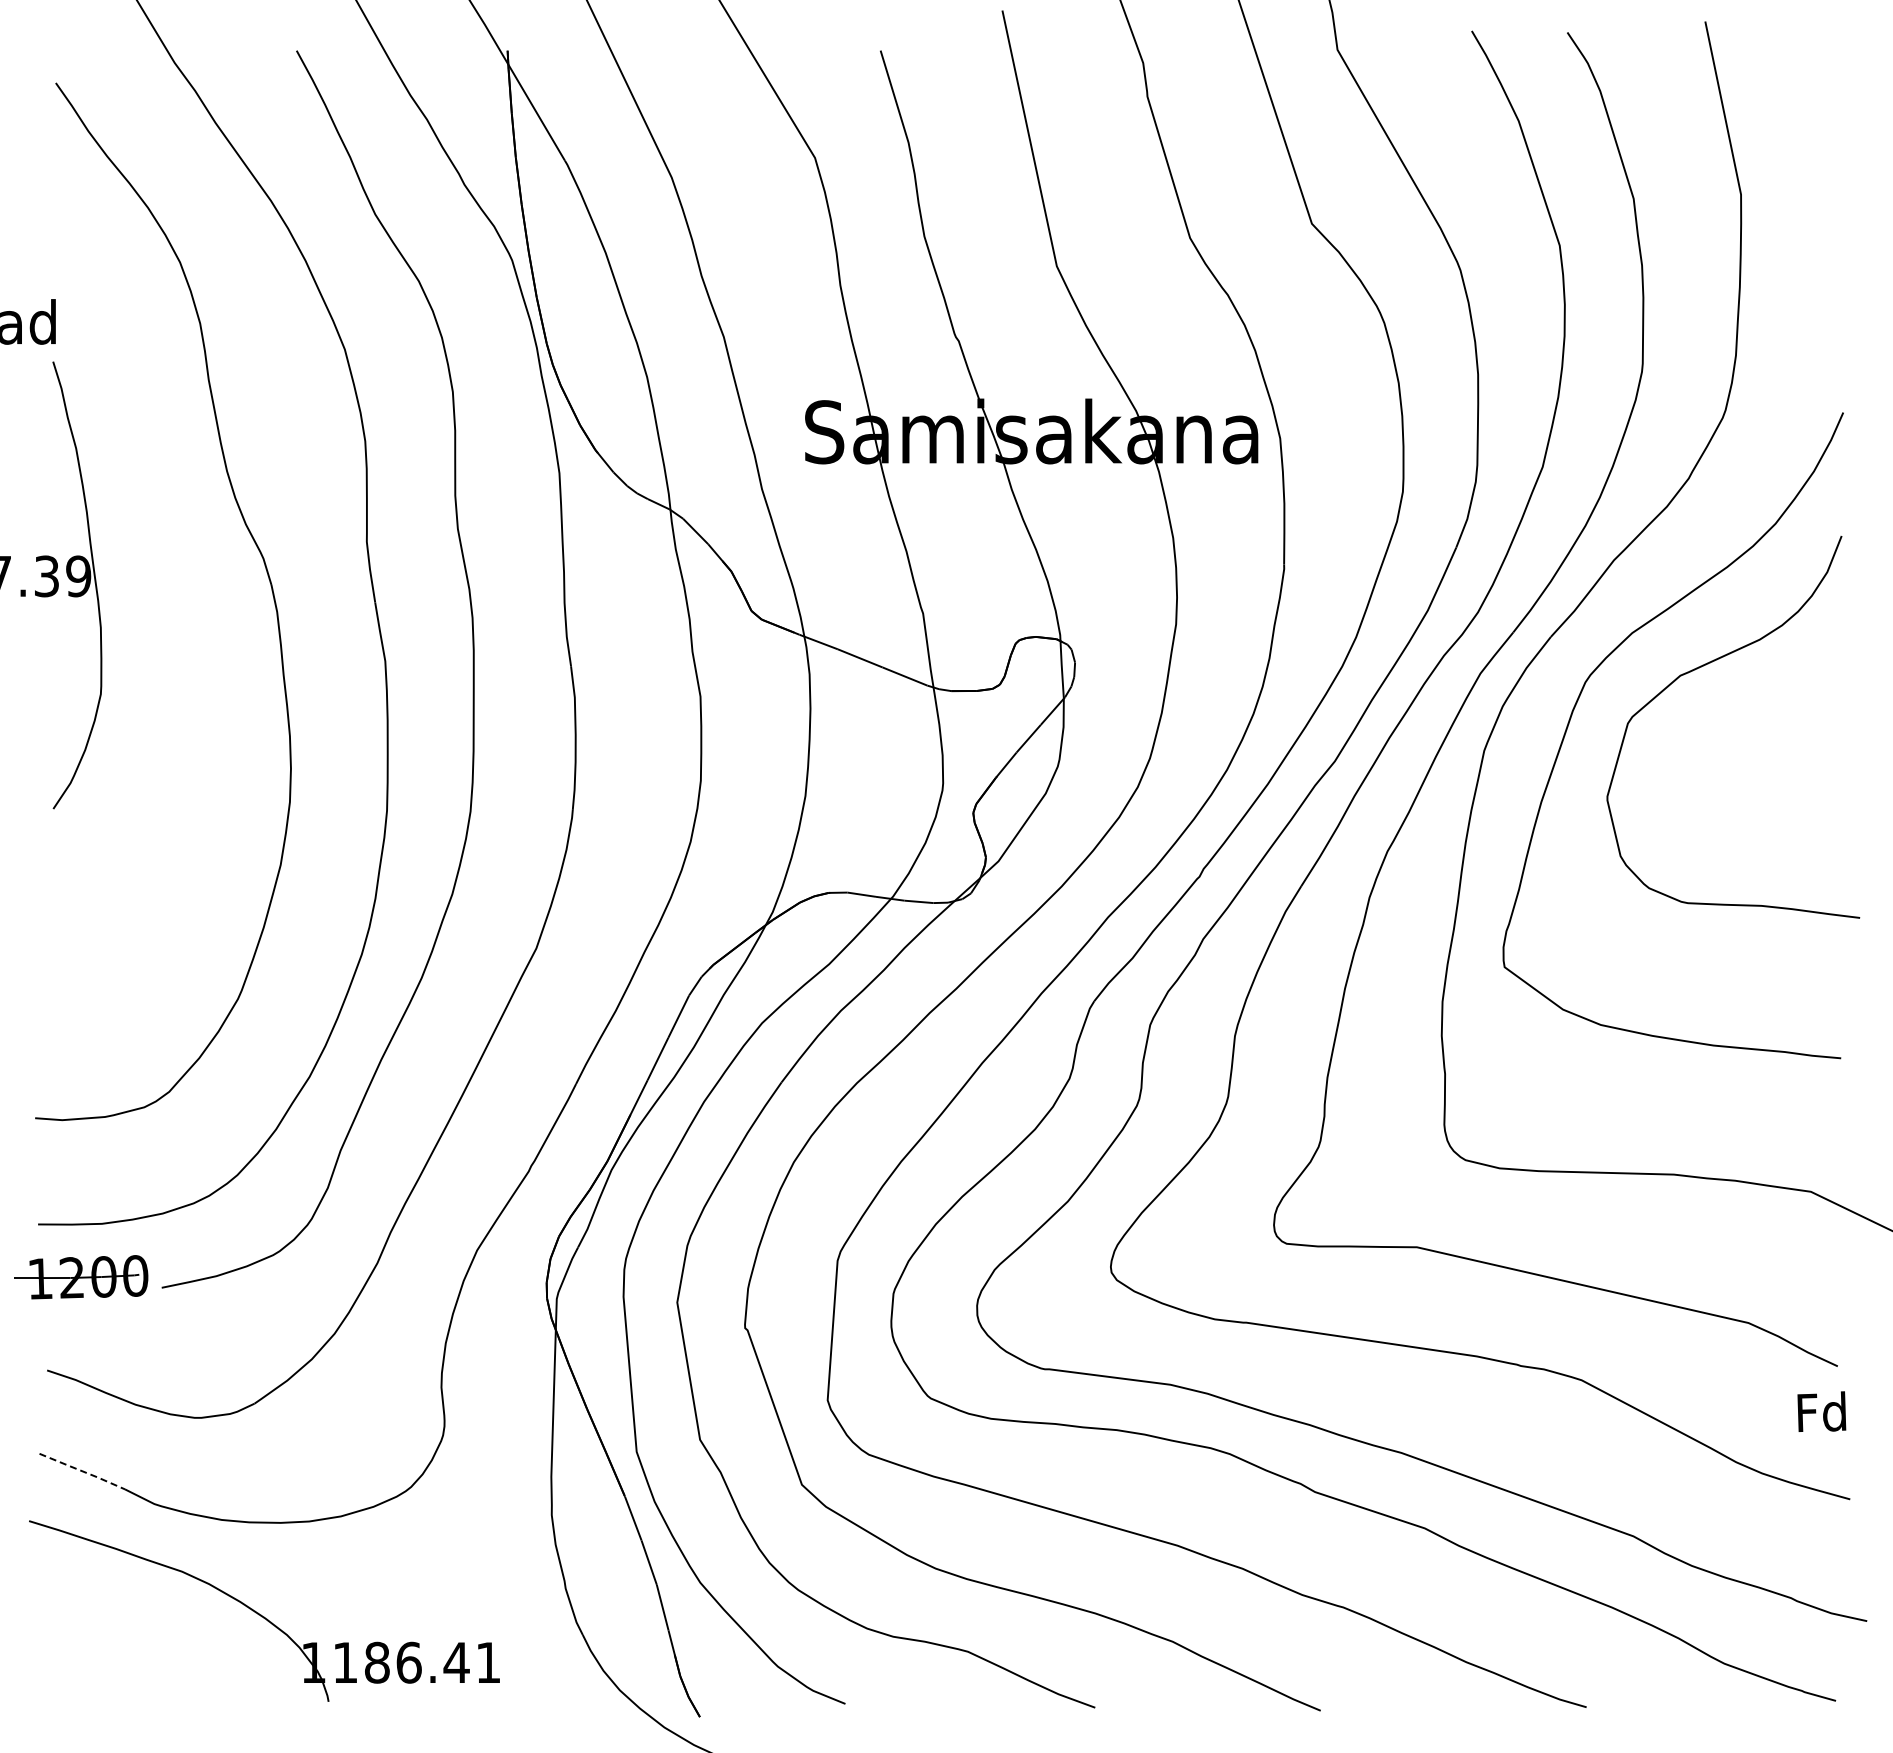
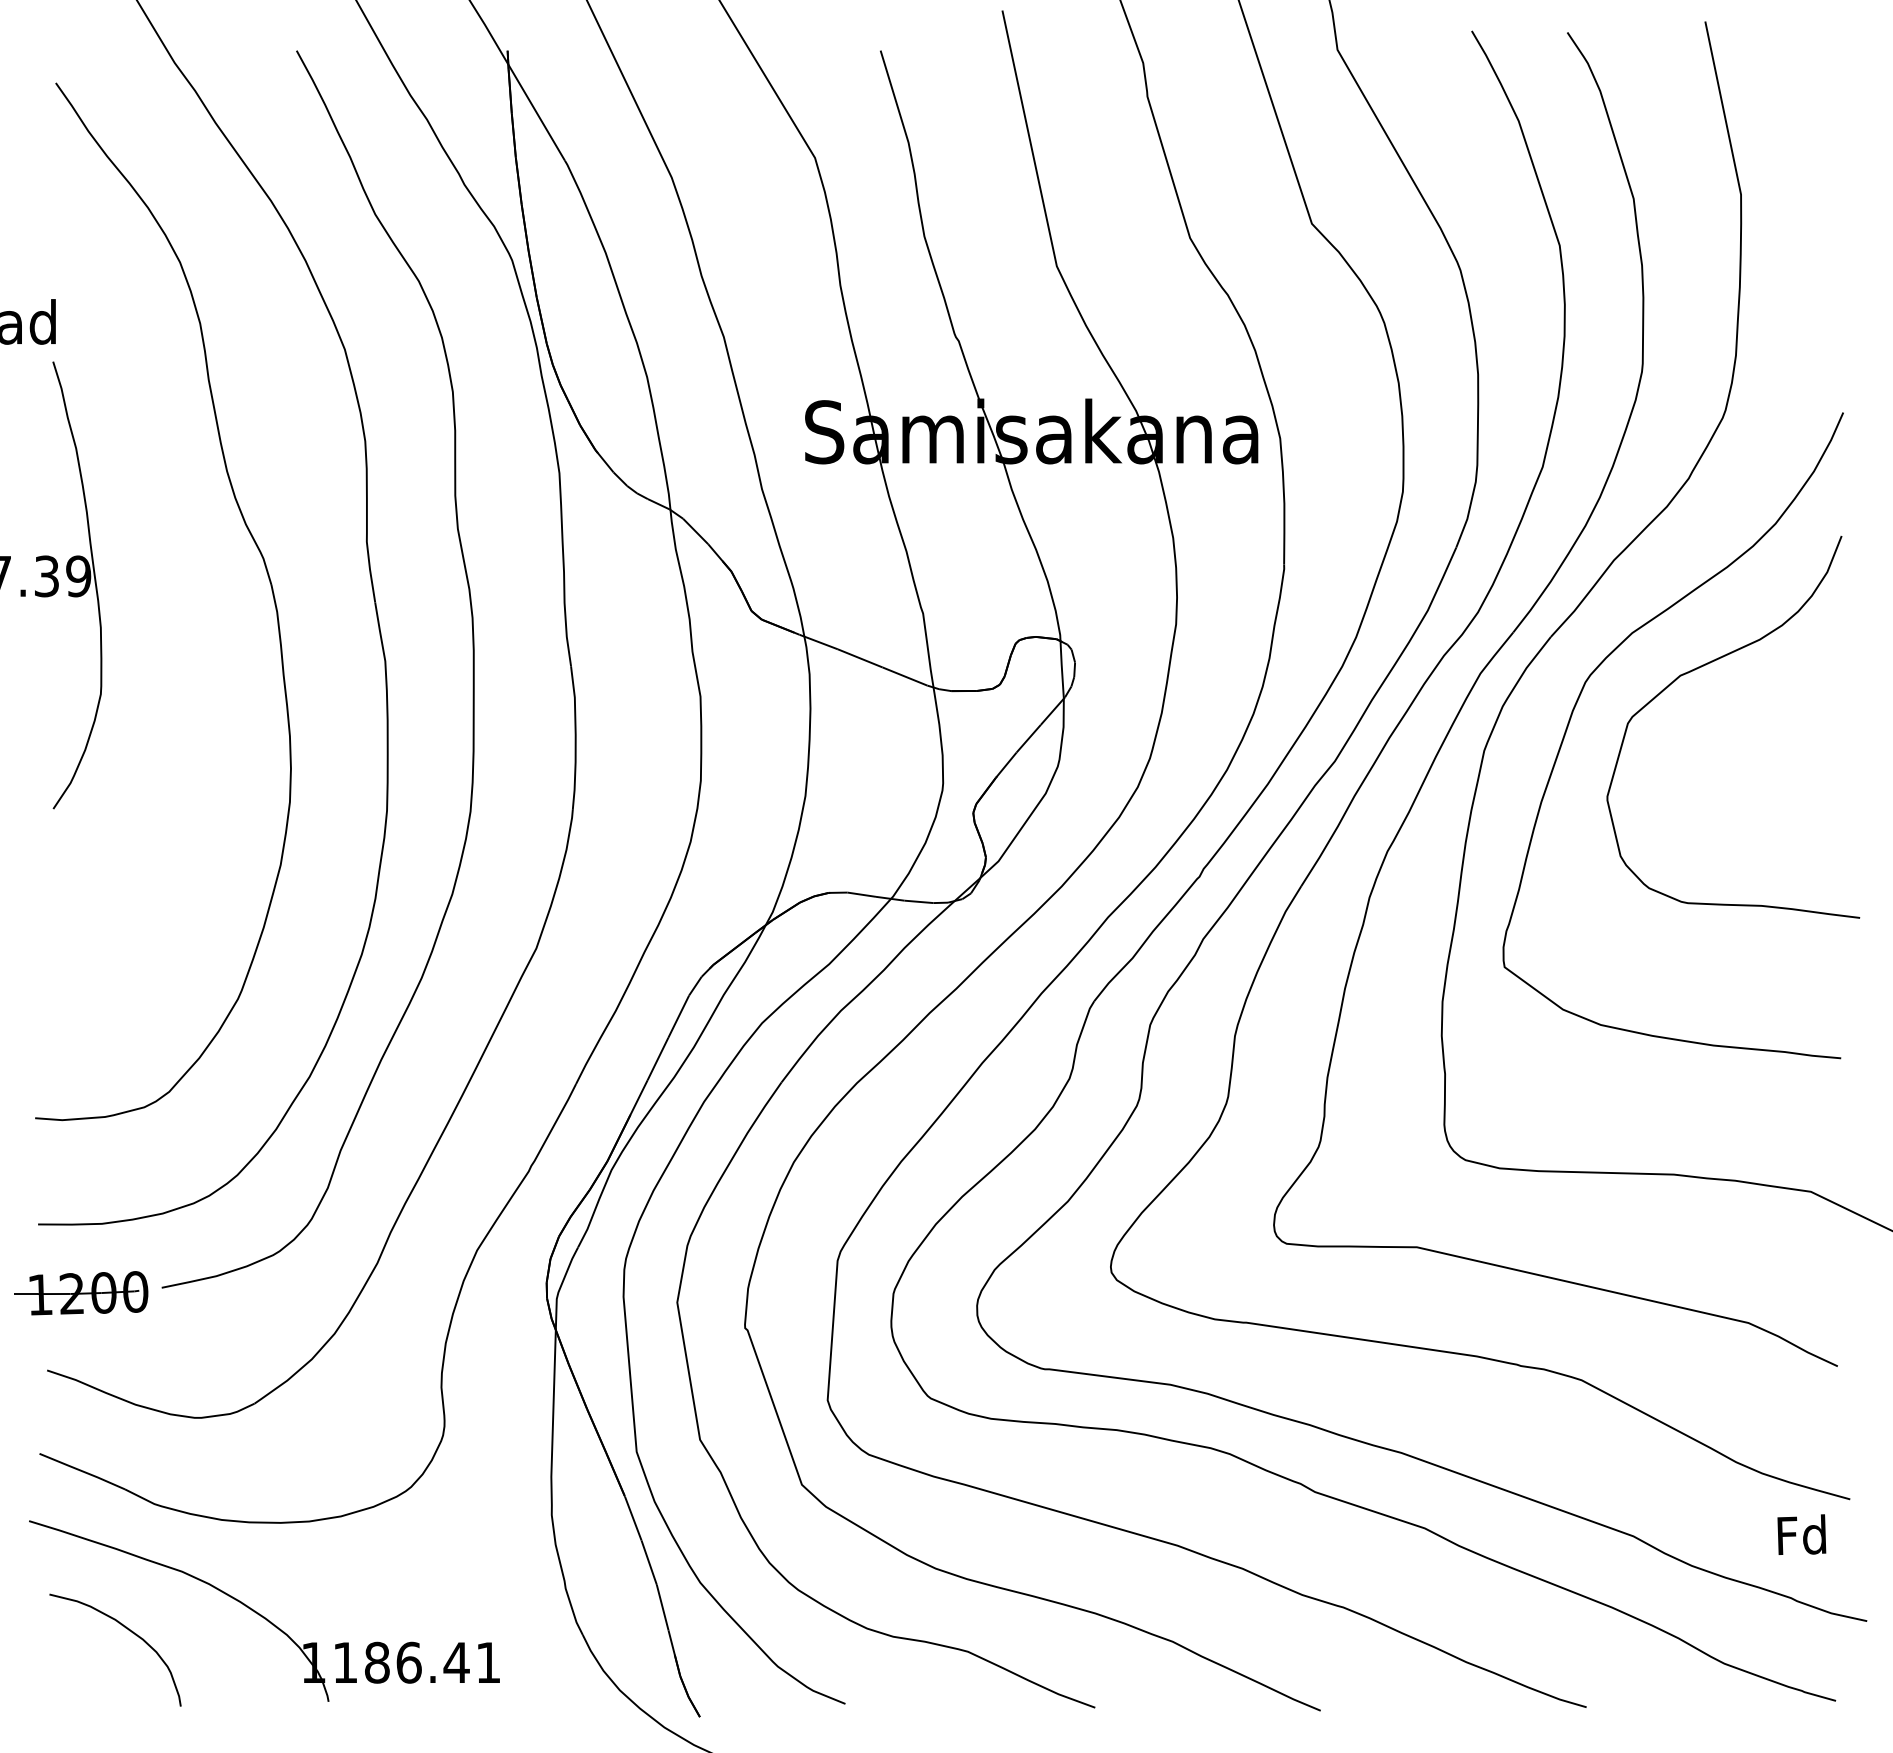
part at (81, 1277) position: (81, 1277) -> (81, 1293)
text at (1821, 1411) position: (1821, 1411) -> (1801, 1534)
line at (82, 1471): dashed -> solid
curve at (129, 1631): none -> present
